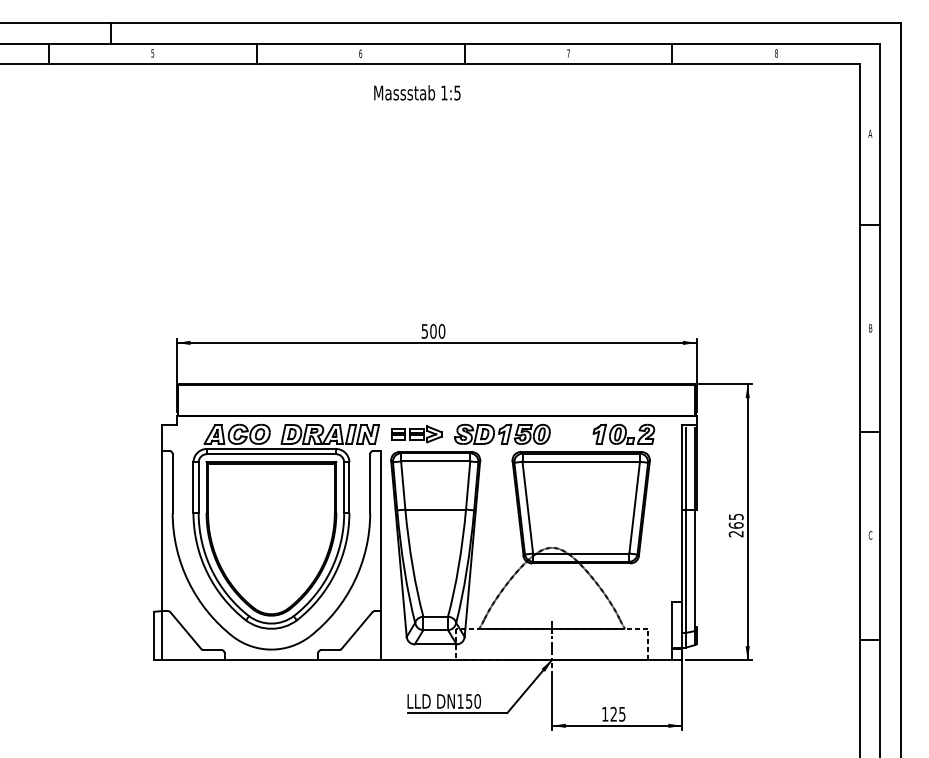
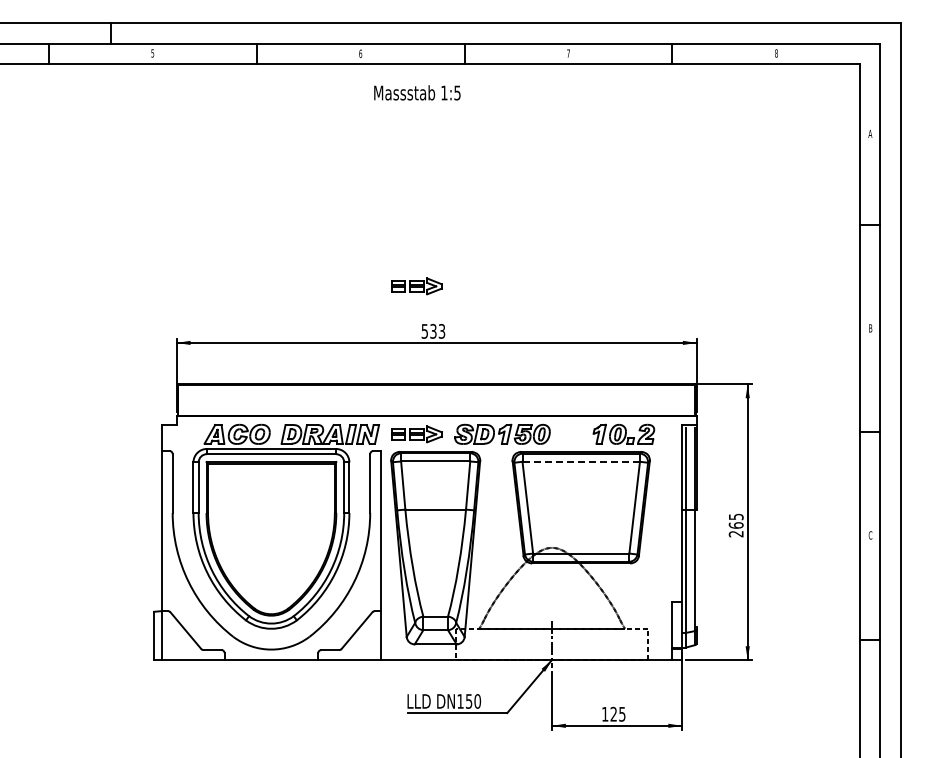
part at (416, 286): none -> present
text at (437, 331): 500 -> 533
line at (581, 461): solid -> dashed
